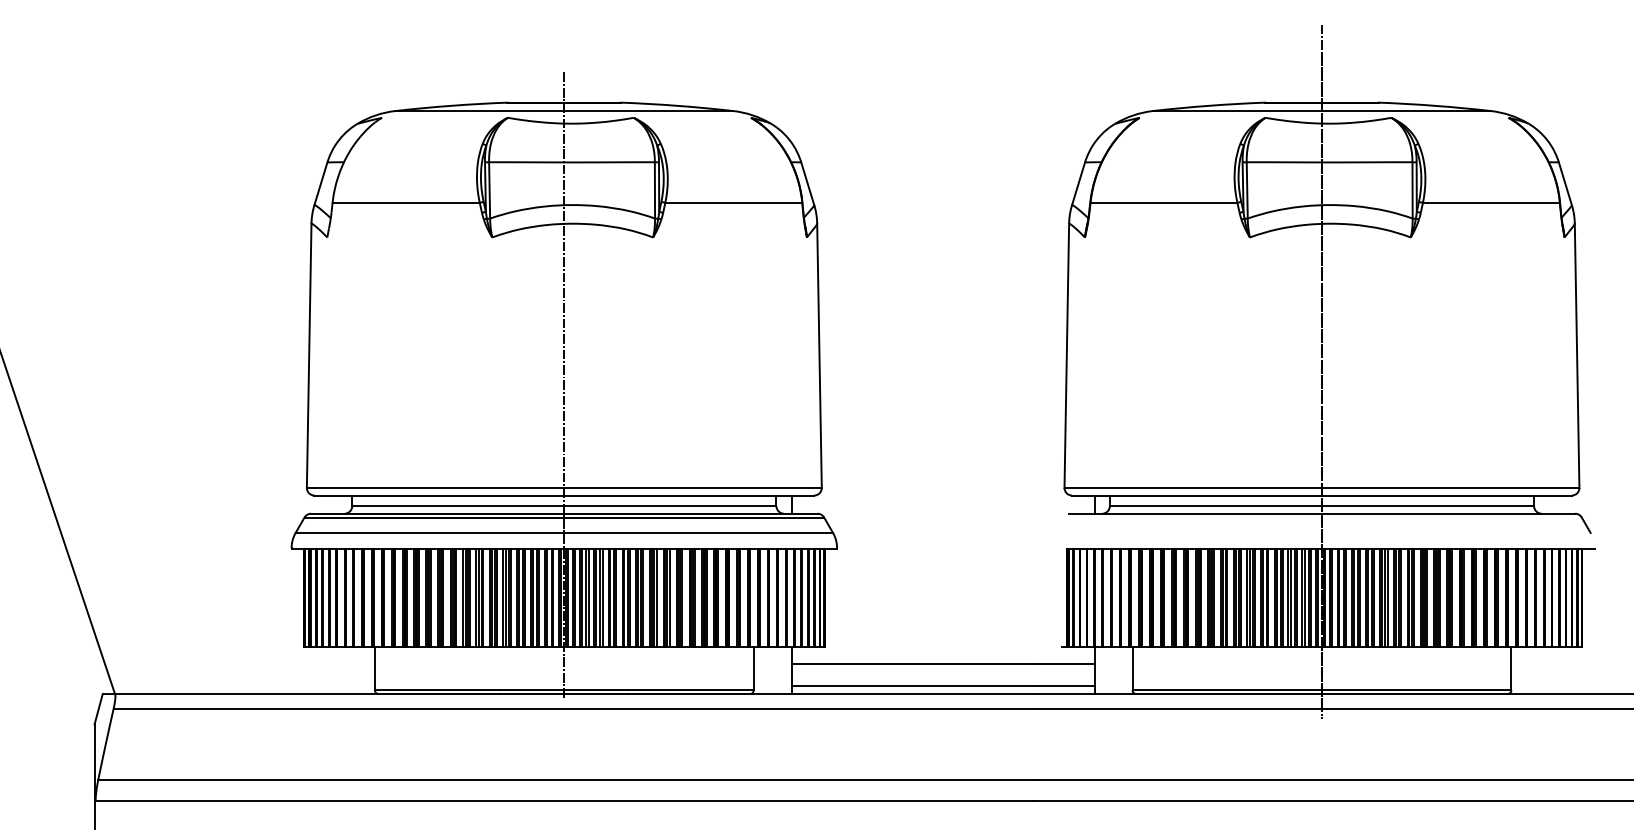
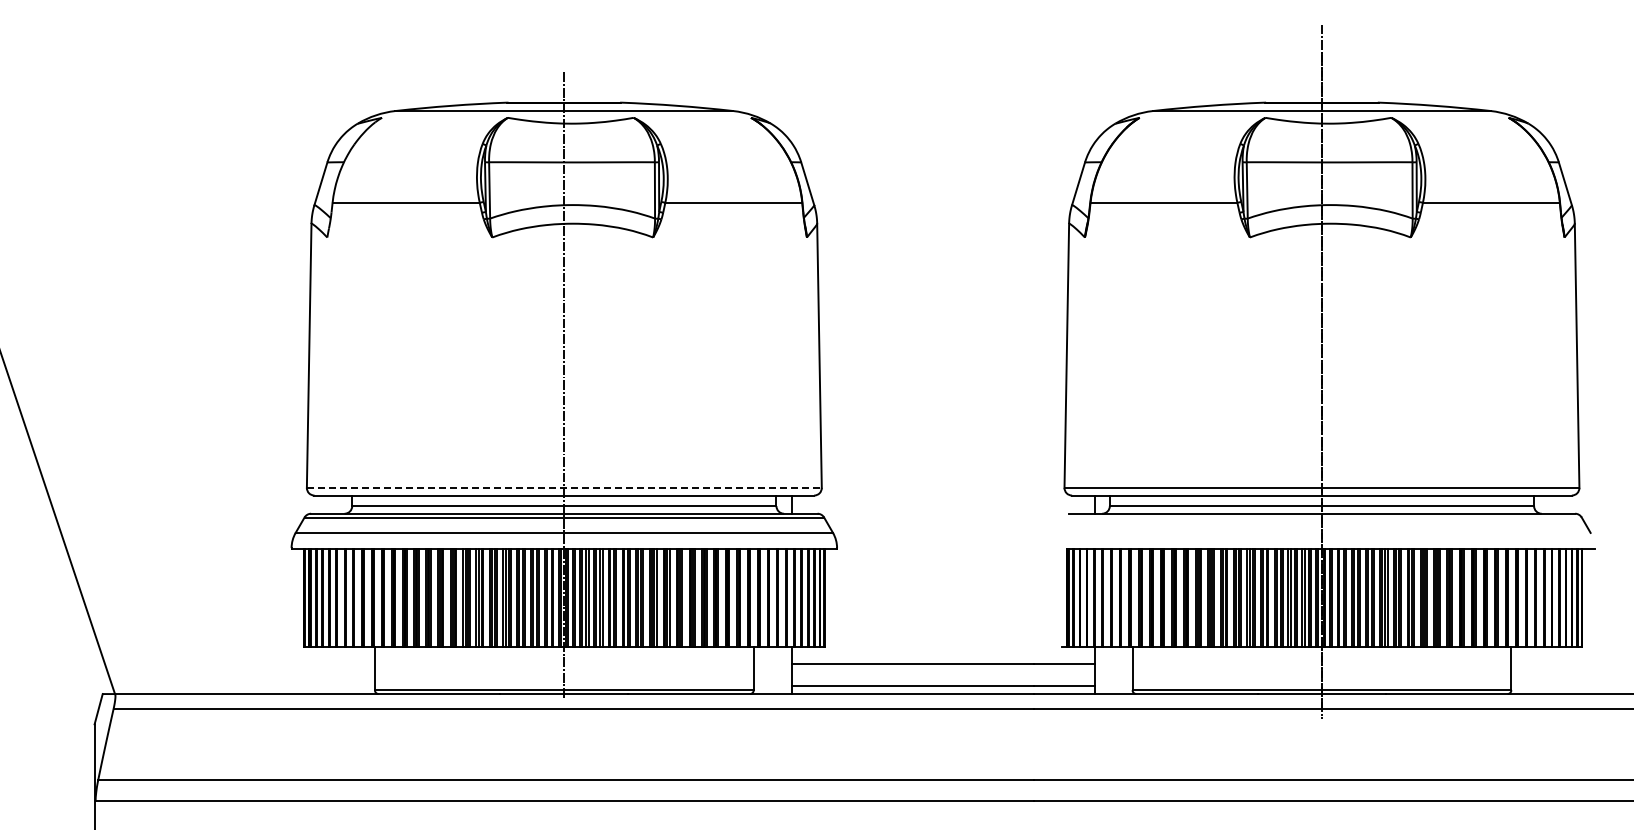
line at (564, 487): solid -> dashed
